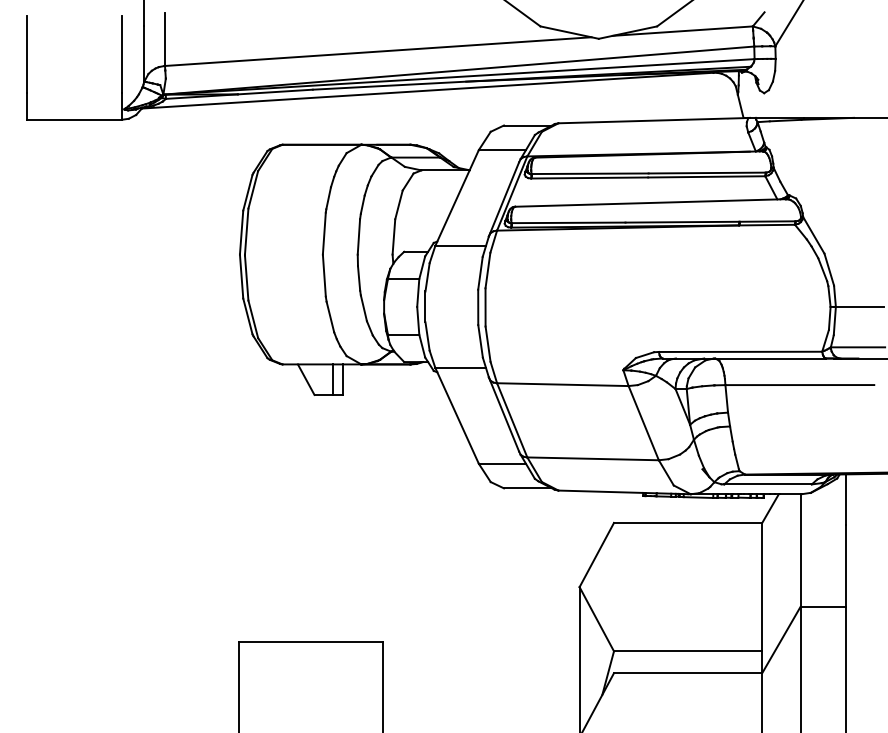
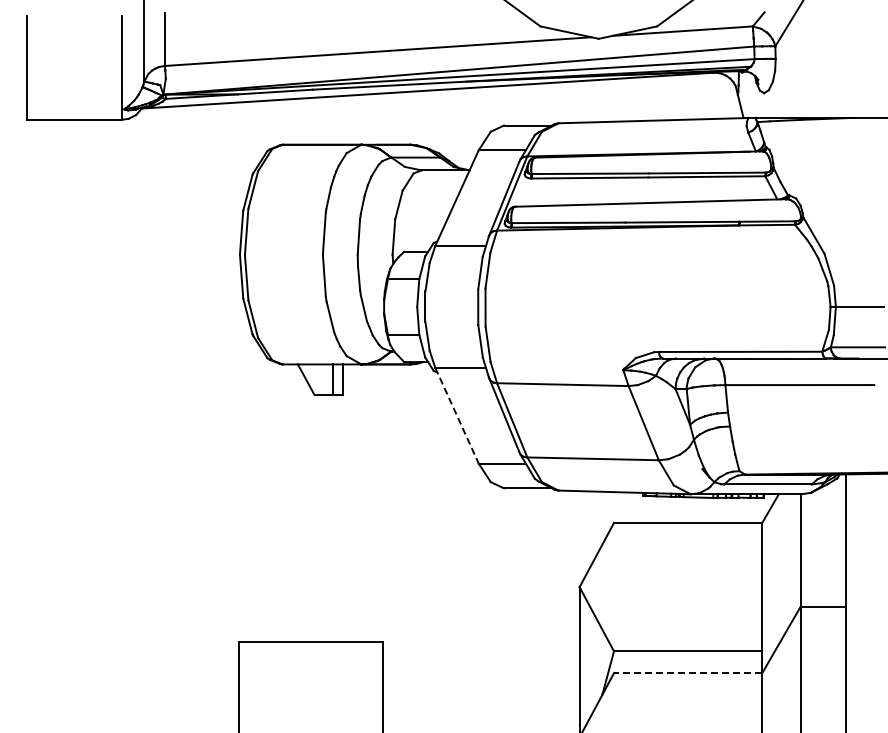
line at (457, 415): solid -> dashed
line at (687, 673): solid -> dashed
